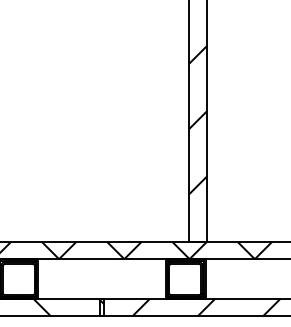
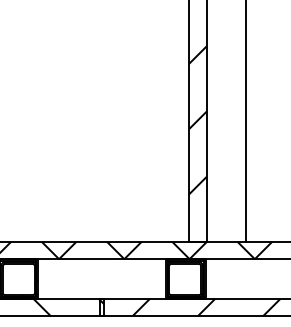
line at (246, 121): none -> present
